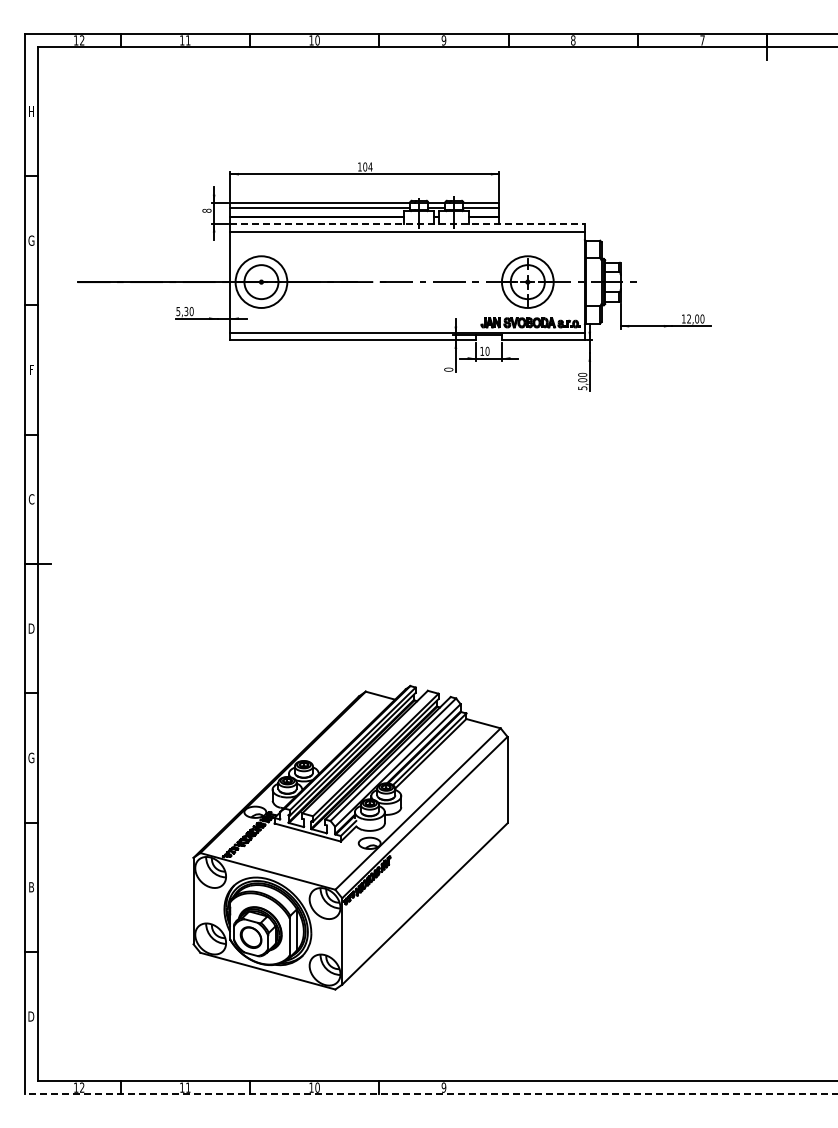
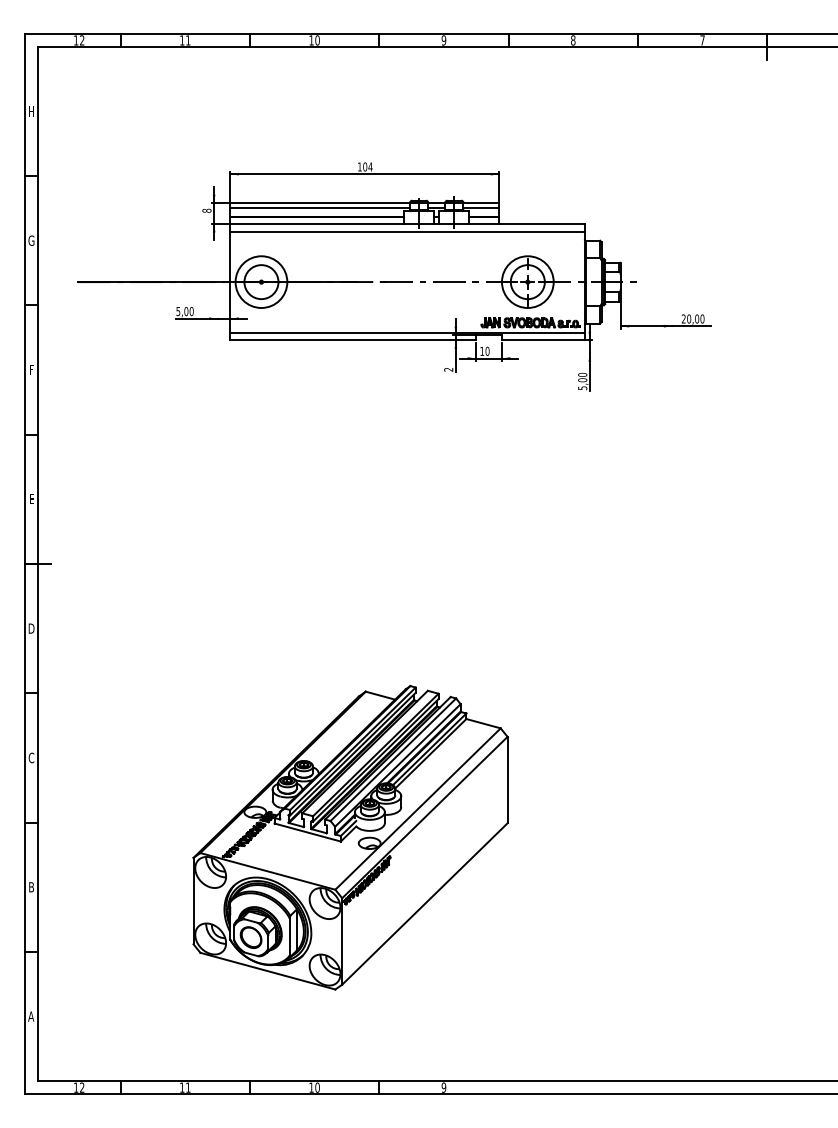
line at (408, 223): dashed -> solid
text at (186, 311): 5,30 -> 5,00
text at (686, 318): 12,00 -> 20,00
text at (448, 369): 0 -> 2
text at (31, 499): C -> E
text at (31, 757): G -> C
text at (31, 1016): D -> A
line at (431, 1094): dashed -> solid
